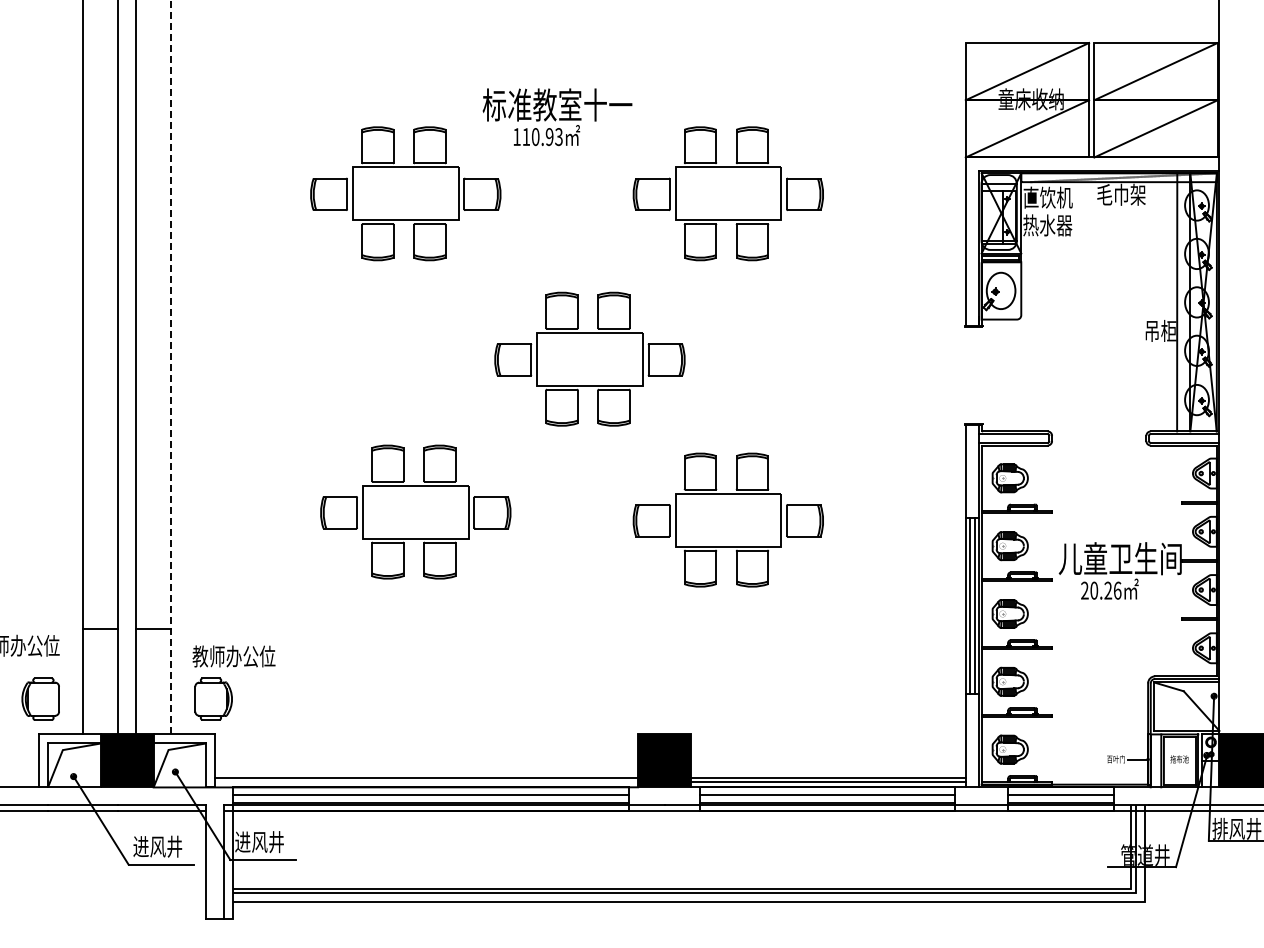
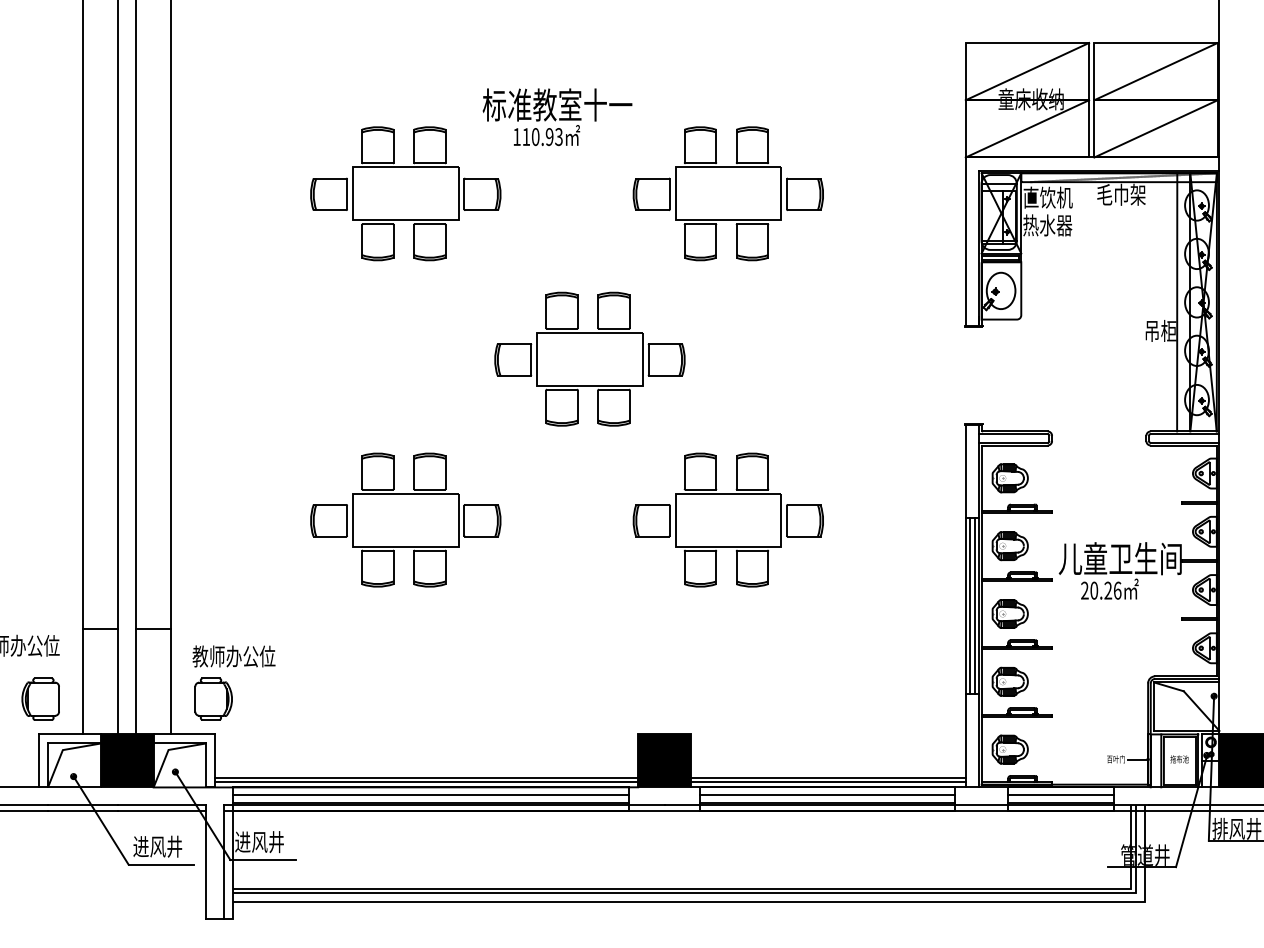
line at (171, 366): dashed -> solid
part at (415, 511) position: (415, 511) -> (405, 519)
line at (426, 782): none -> present
